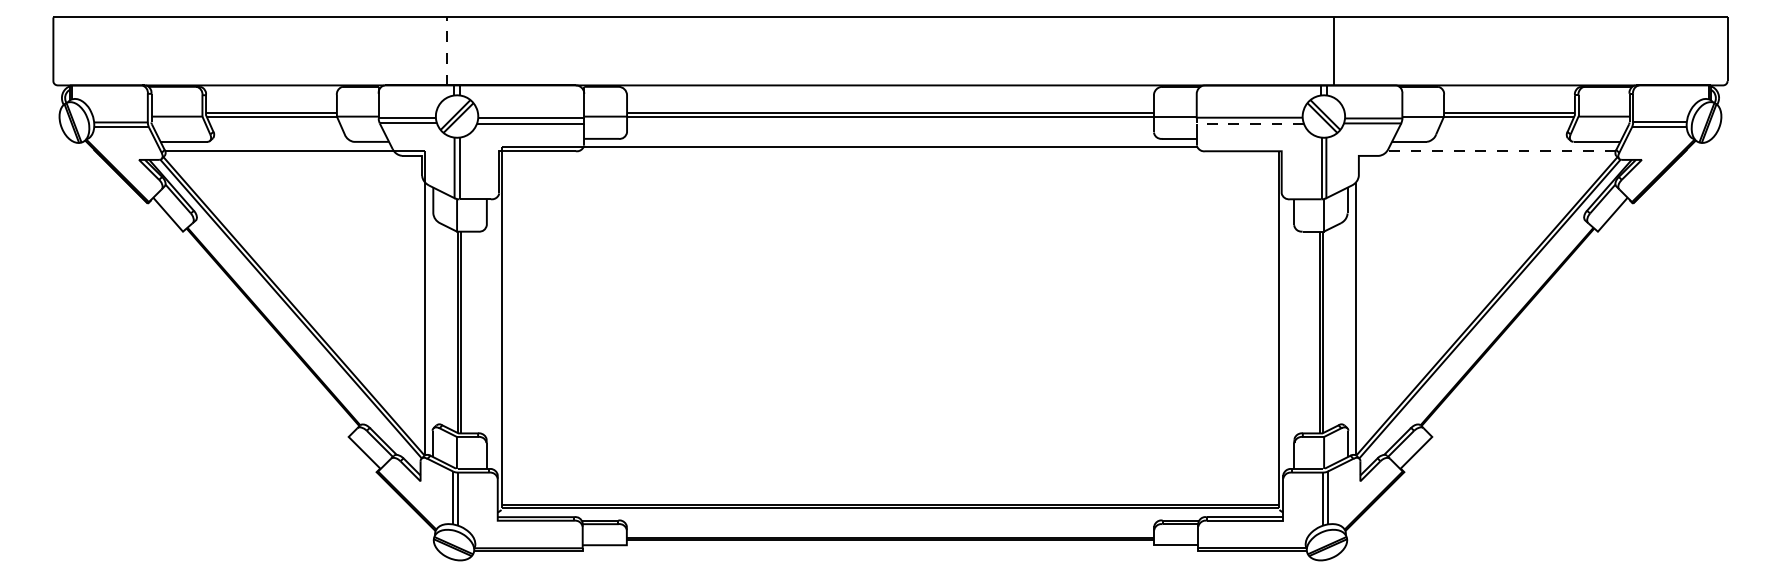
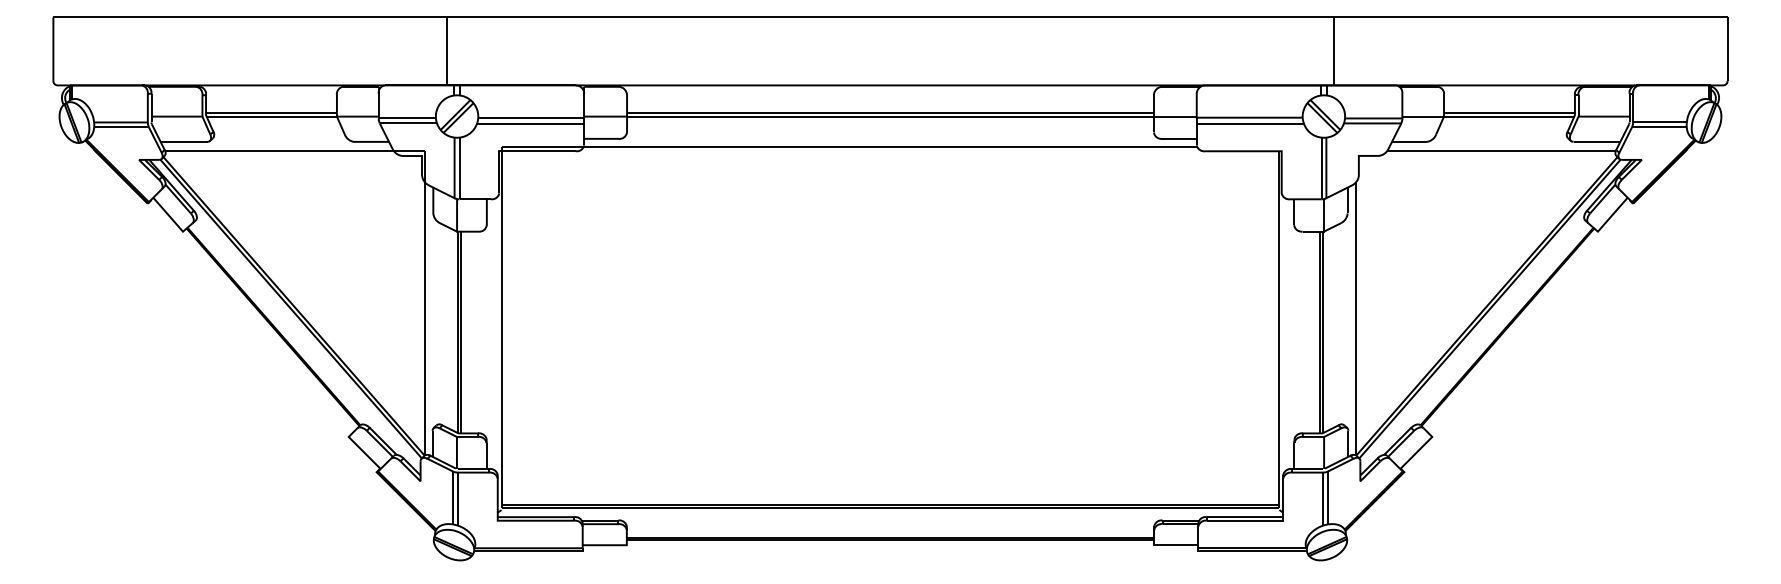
line at (446, 51): dashed -> solid
line at (1246, 123): dashed -> solid
line at (1500, 151): dashed -> solid
